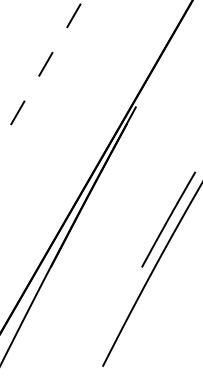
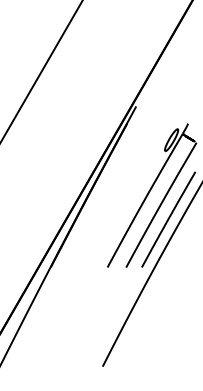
line at (41, 72): dashed -> solid
part at (152, 195): none -> present
